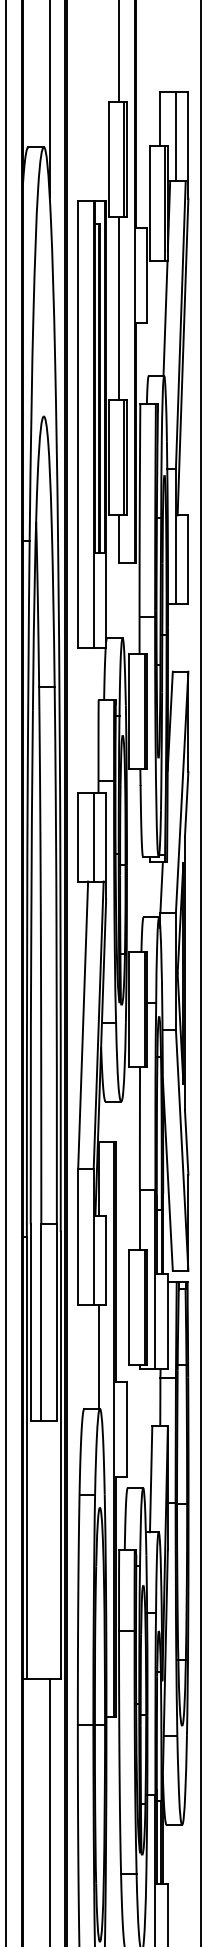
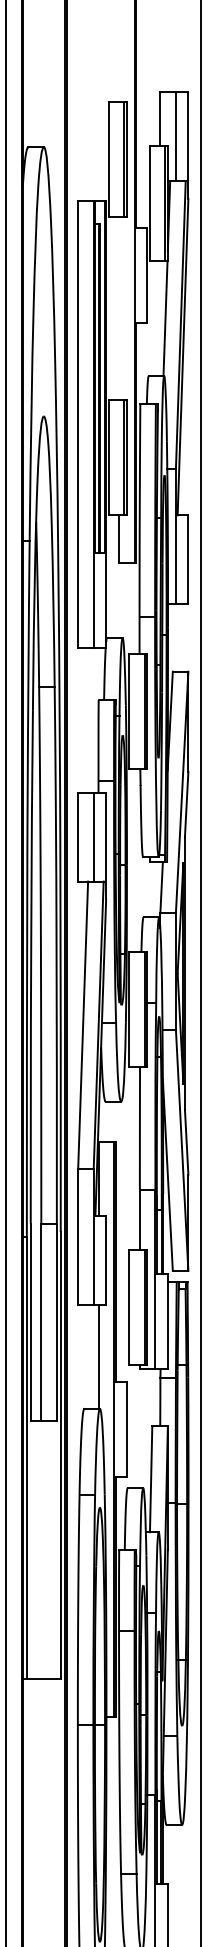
line at (119, 52): present -> none
line at (49, 100): present -> none
line at (119, 308): present -> none
line at (49, 1811): present -> none
